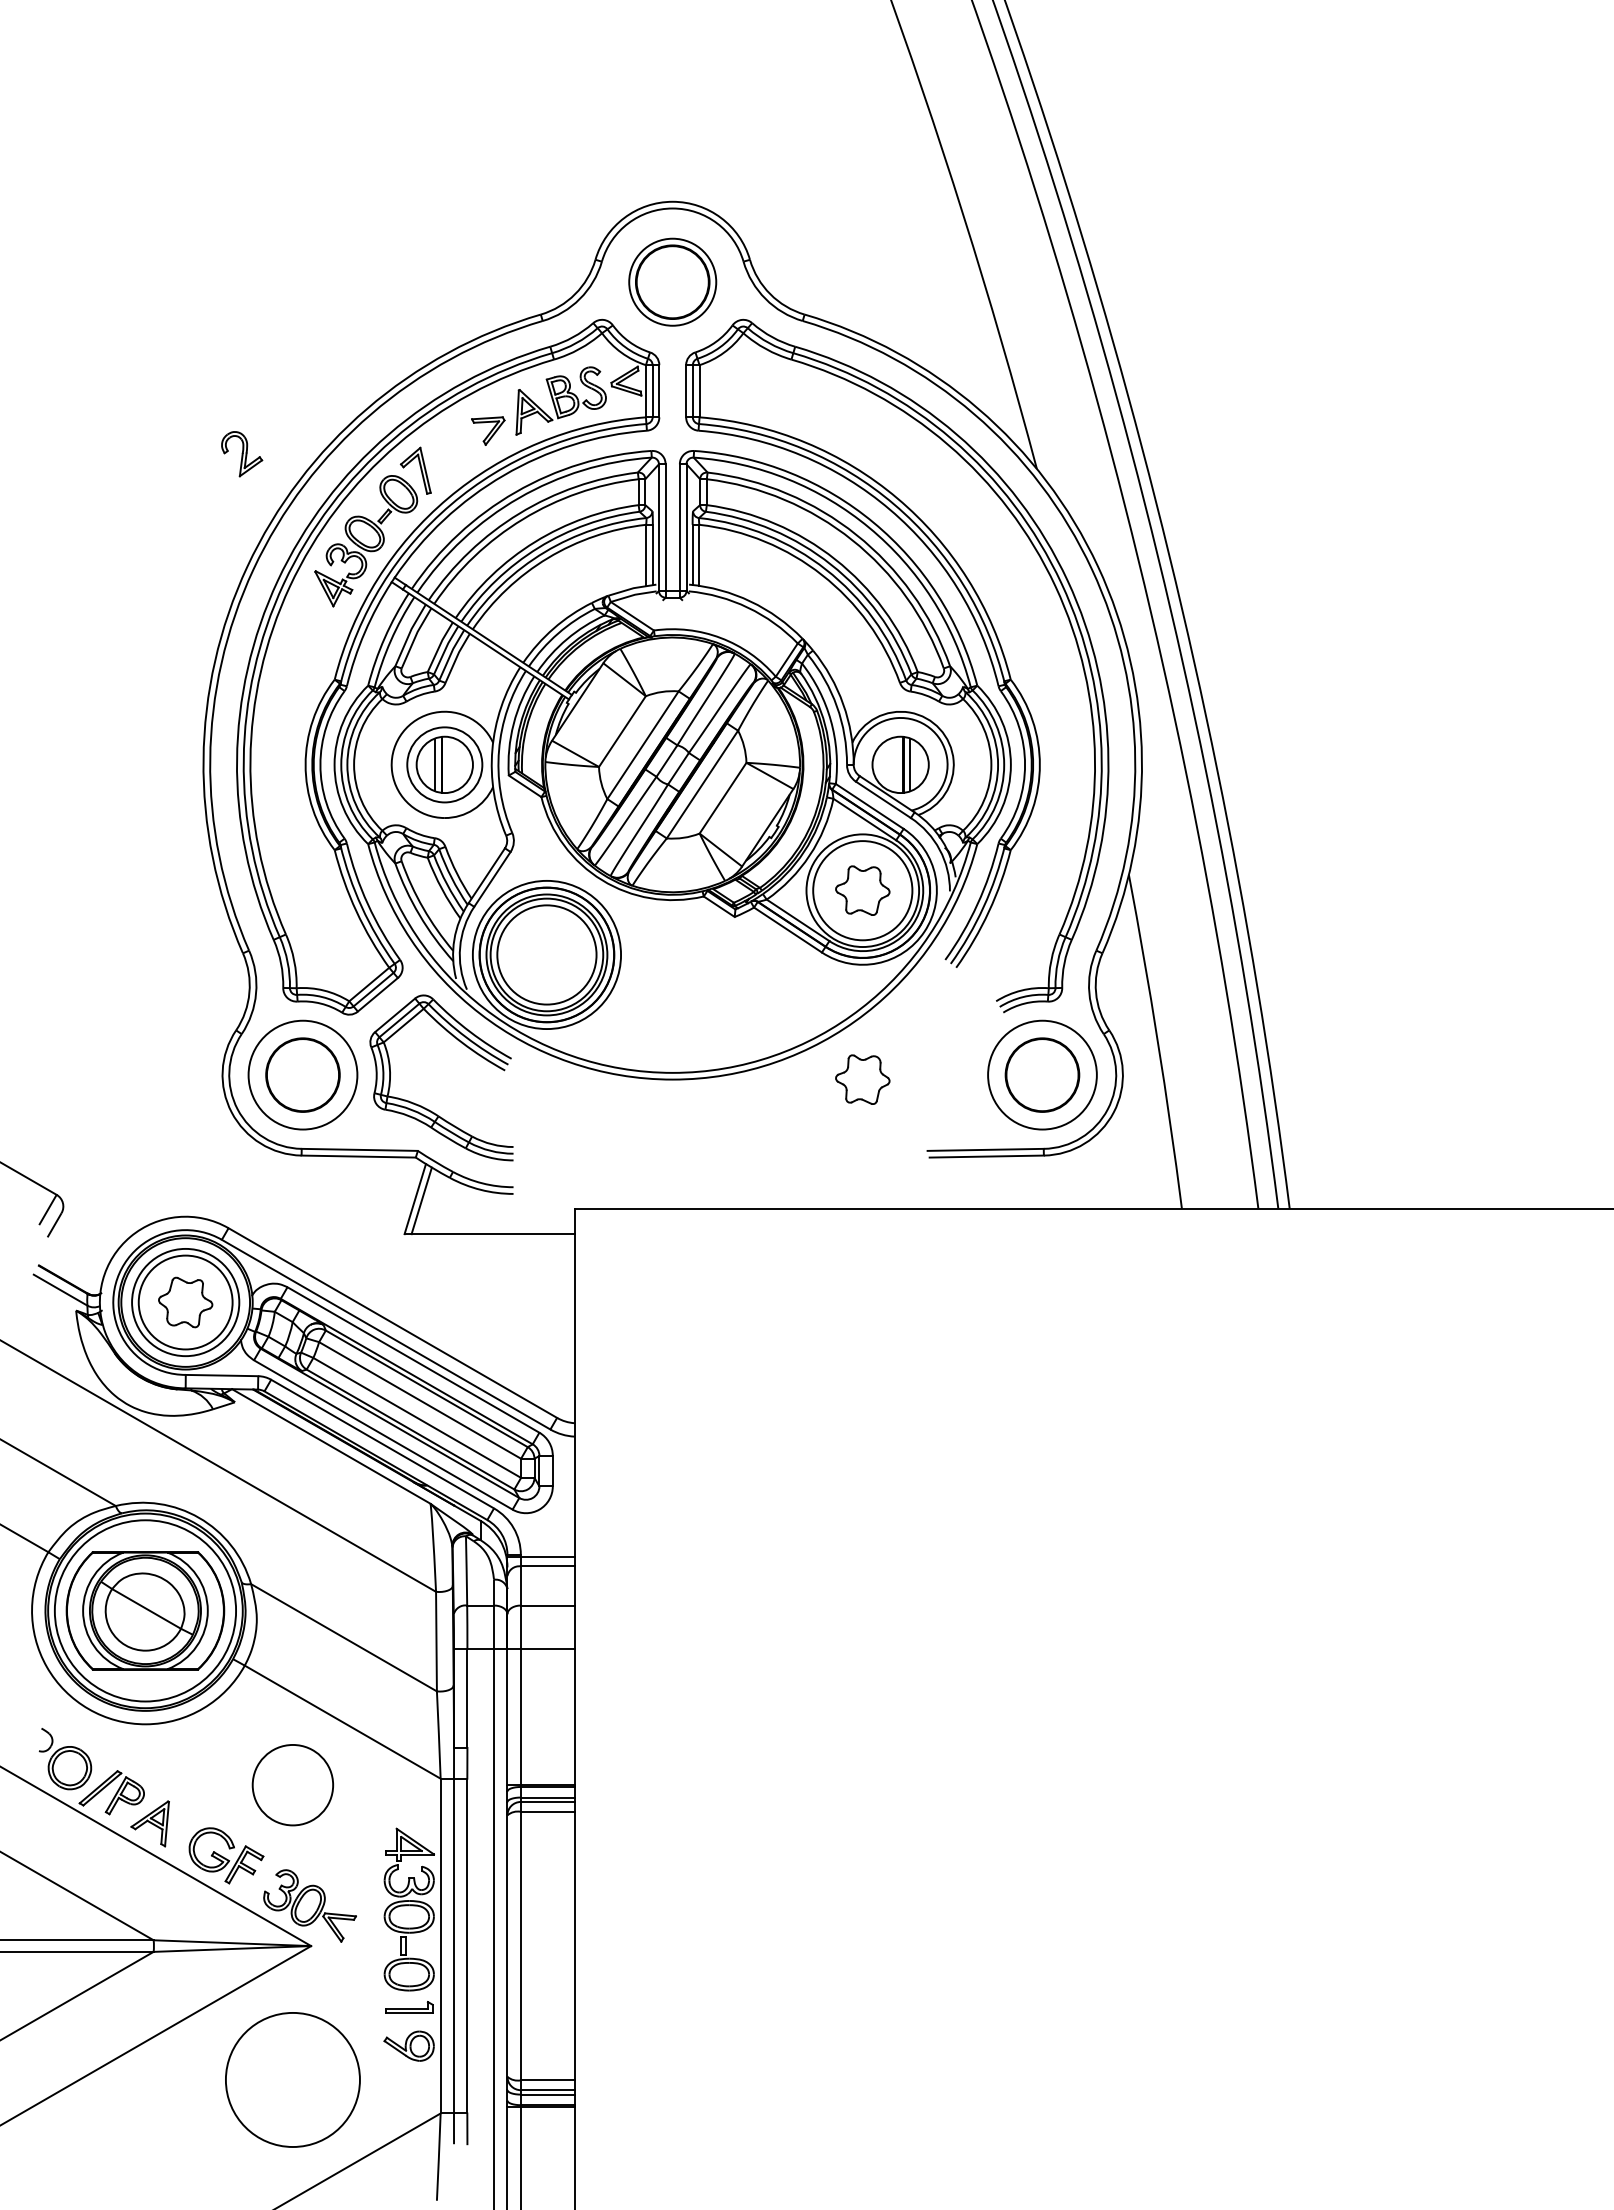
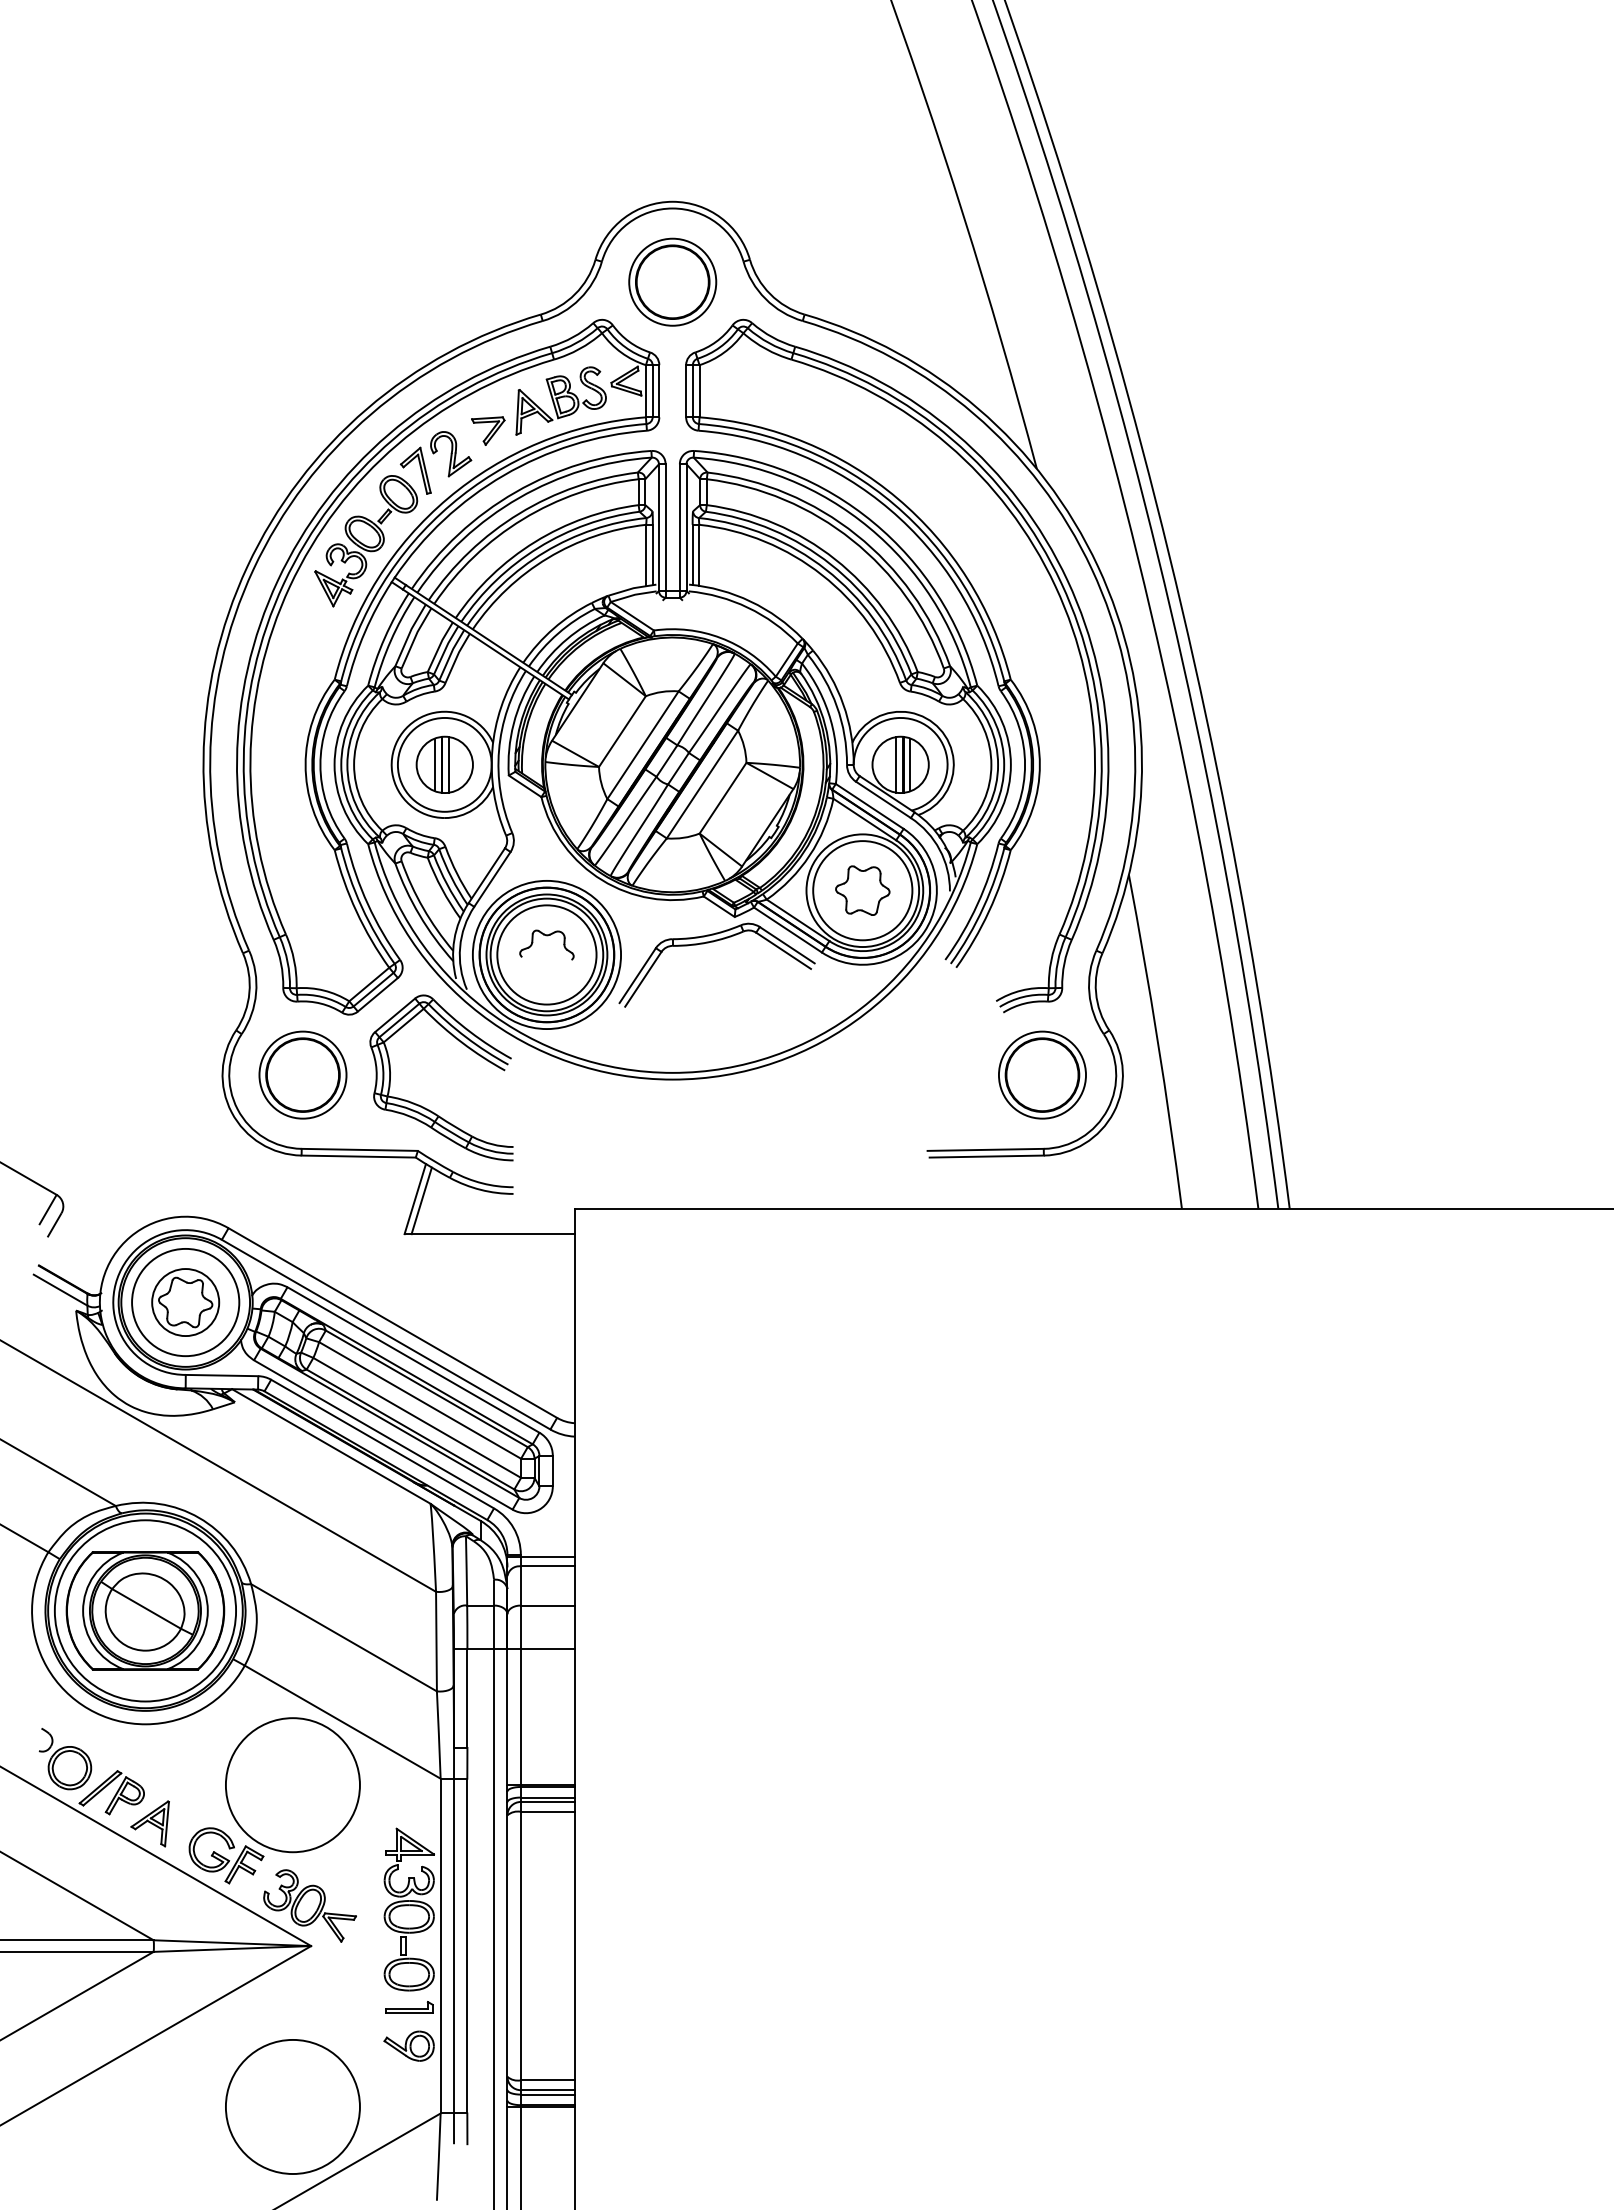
part at (242, 454) position: (242, 454) -> (451, 454)
circle at (444, 764) diameter: 75 px -> 94 px
line at (449, 764): none -> present
line at (896, 764): none -> present
part at (546, 936): none -> present
part at (713, 942): none -> present
circle at (302, 1074) diameter: 109 px -> 87 px
circle at (1042, 1074) diameter: 109 px -> 87 px
part at (862, 1079): present -> none
circle at (185, 1302) diameter: 94 px -> 67 px
circle at (292, 1784) diameter: 80 px -> 134 px
circle at (292, 2079) position: (292, 2079) -> (292, 2106)
